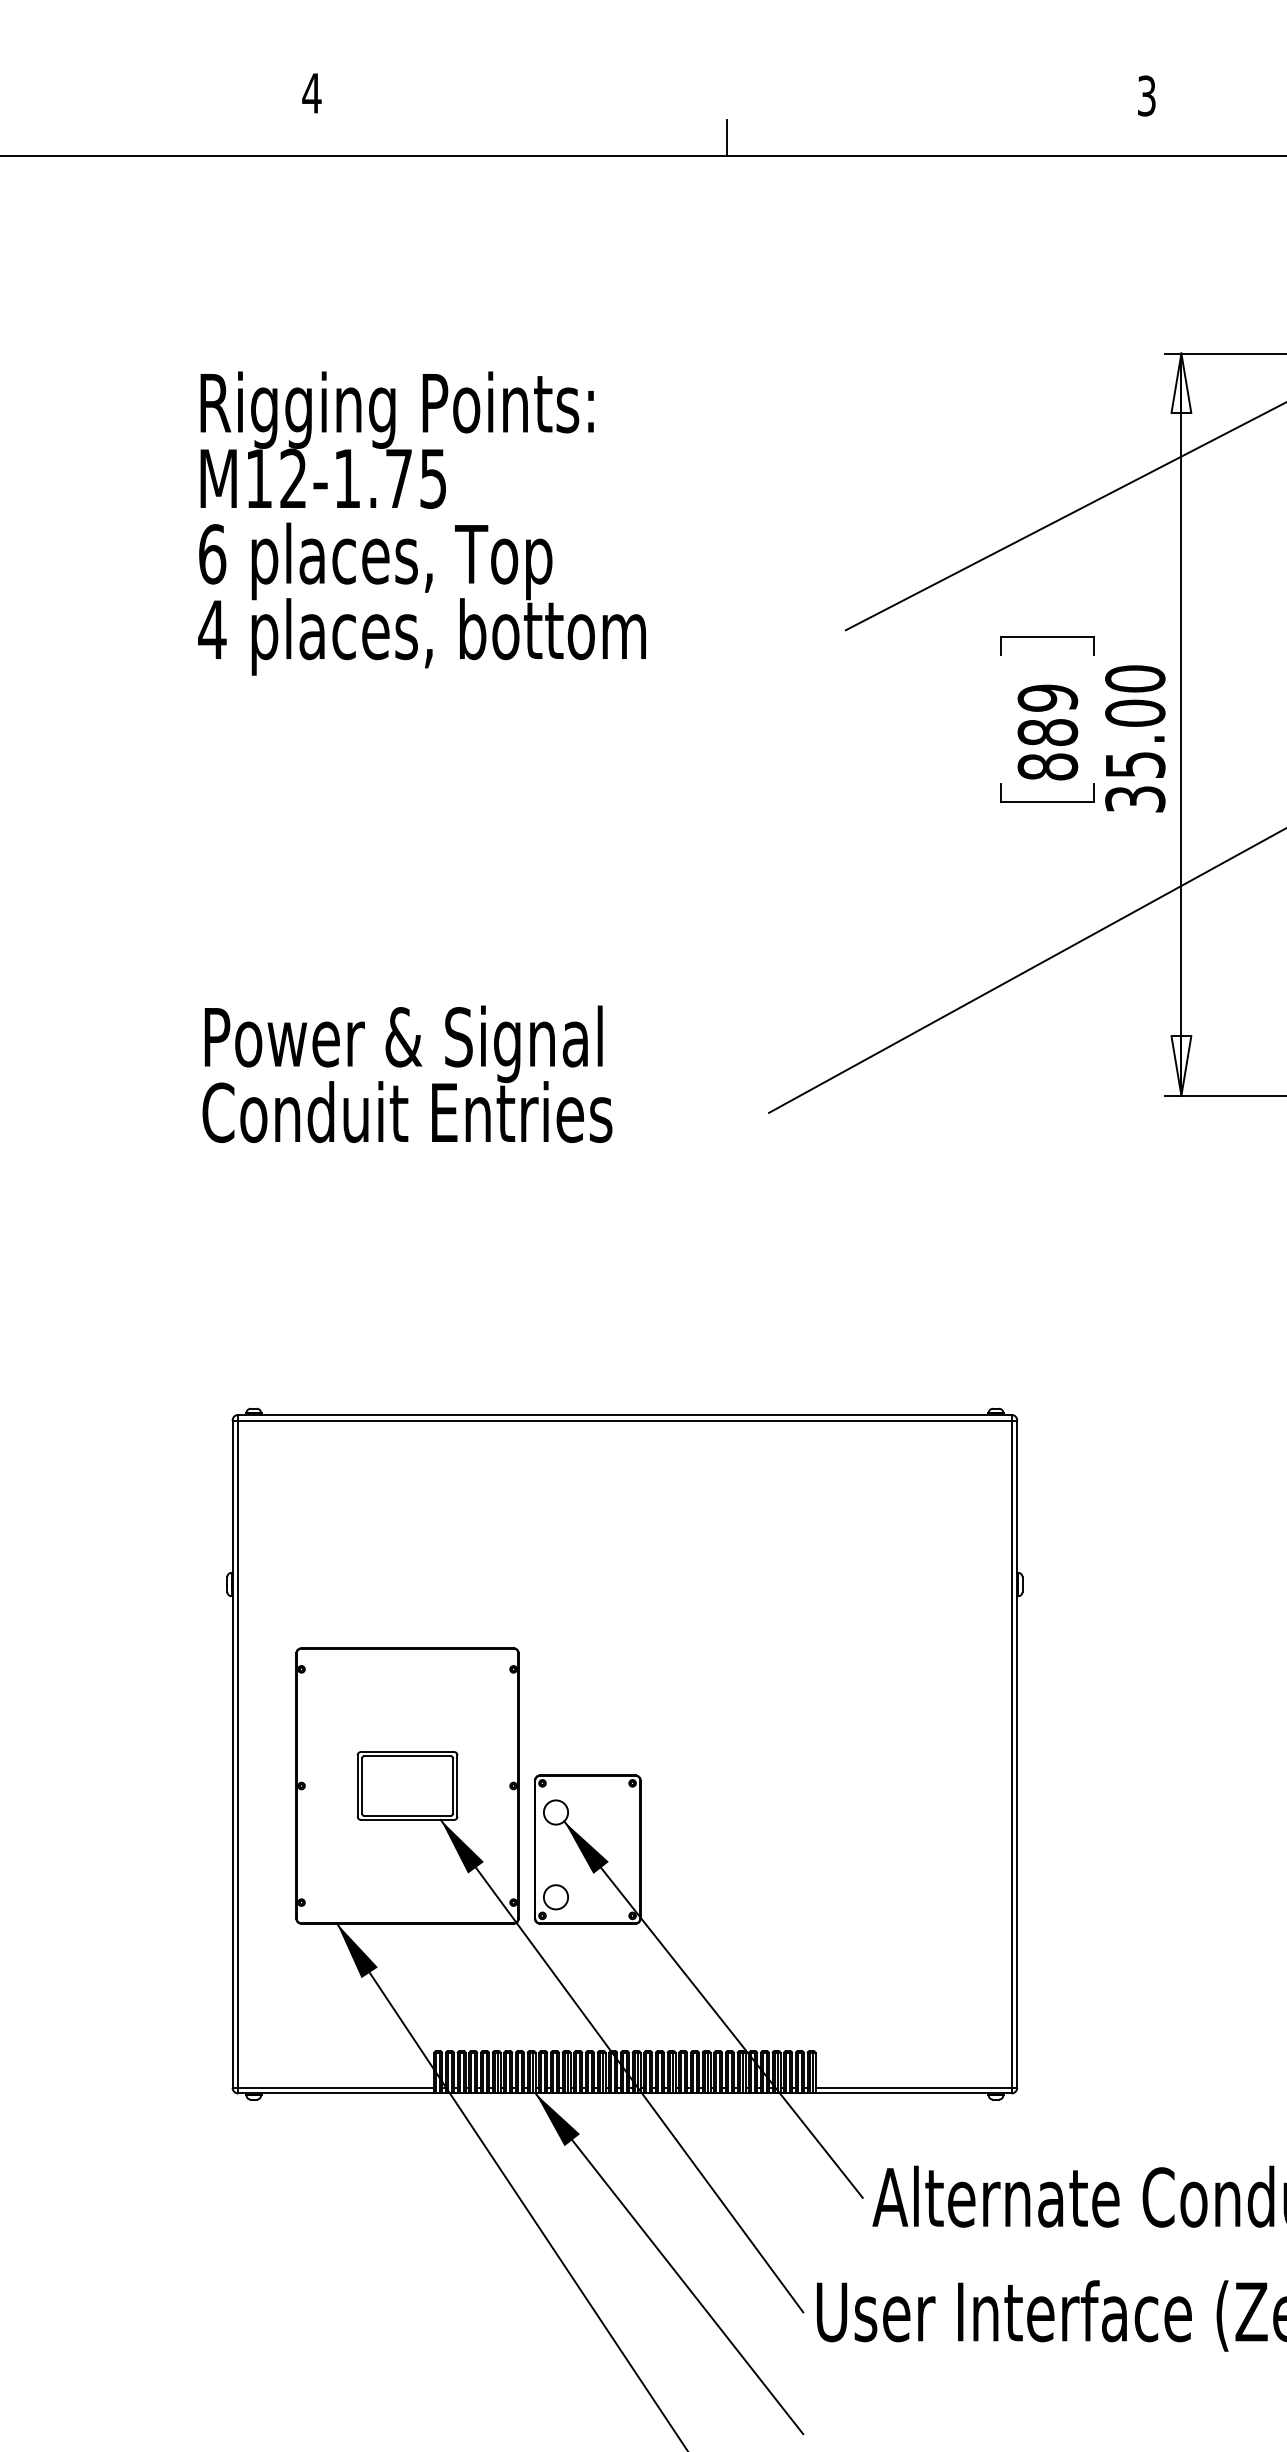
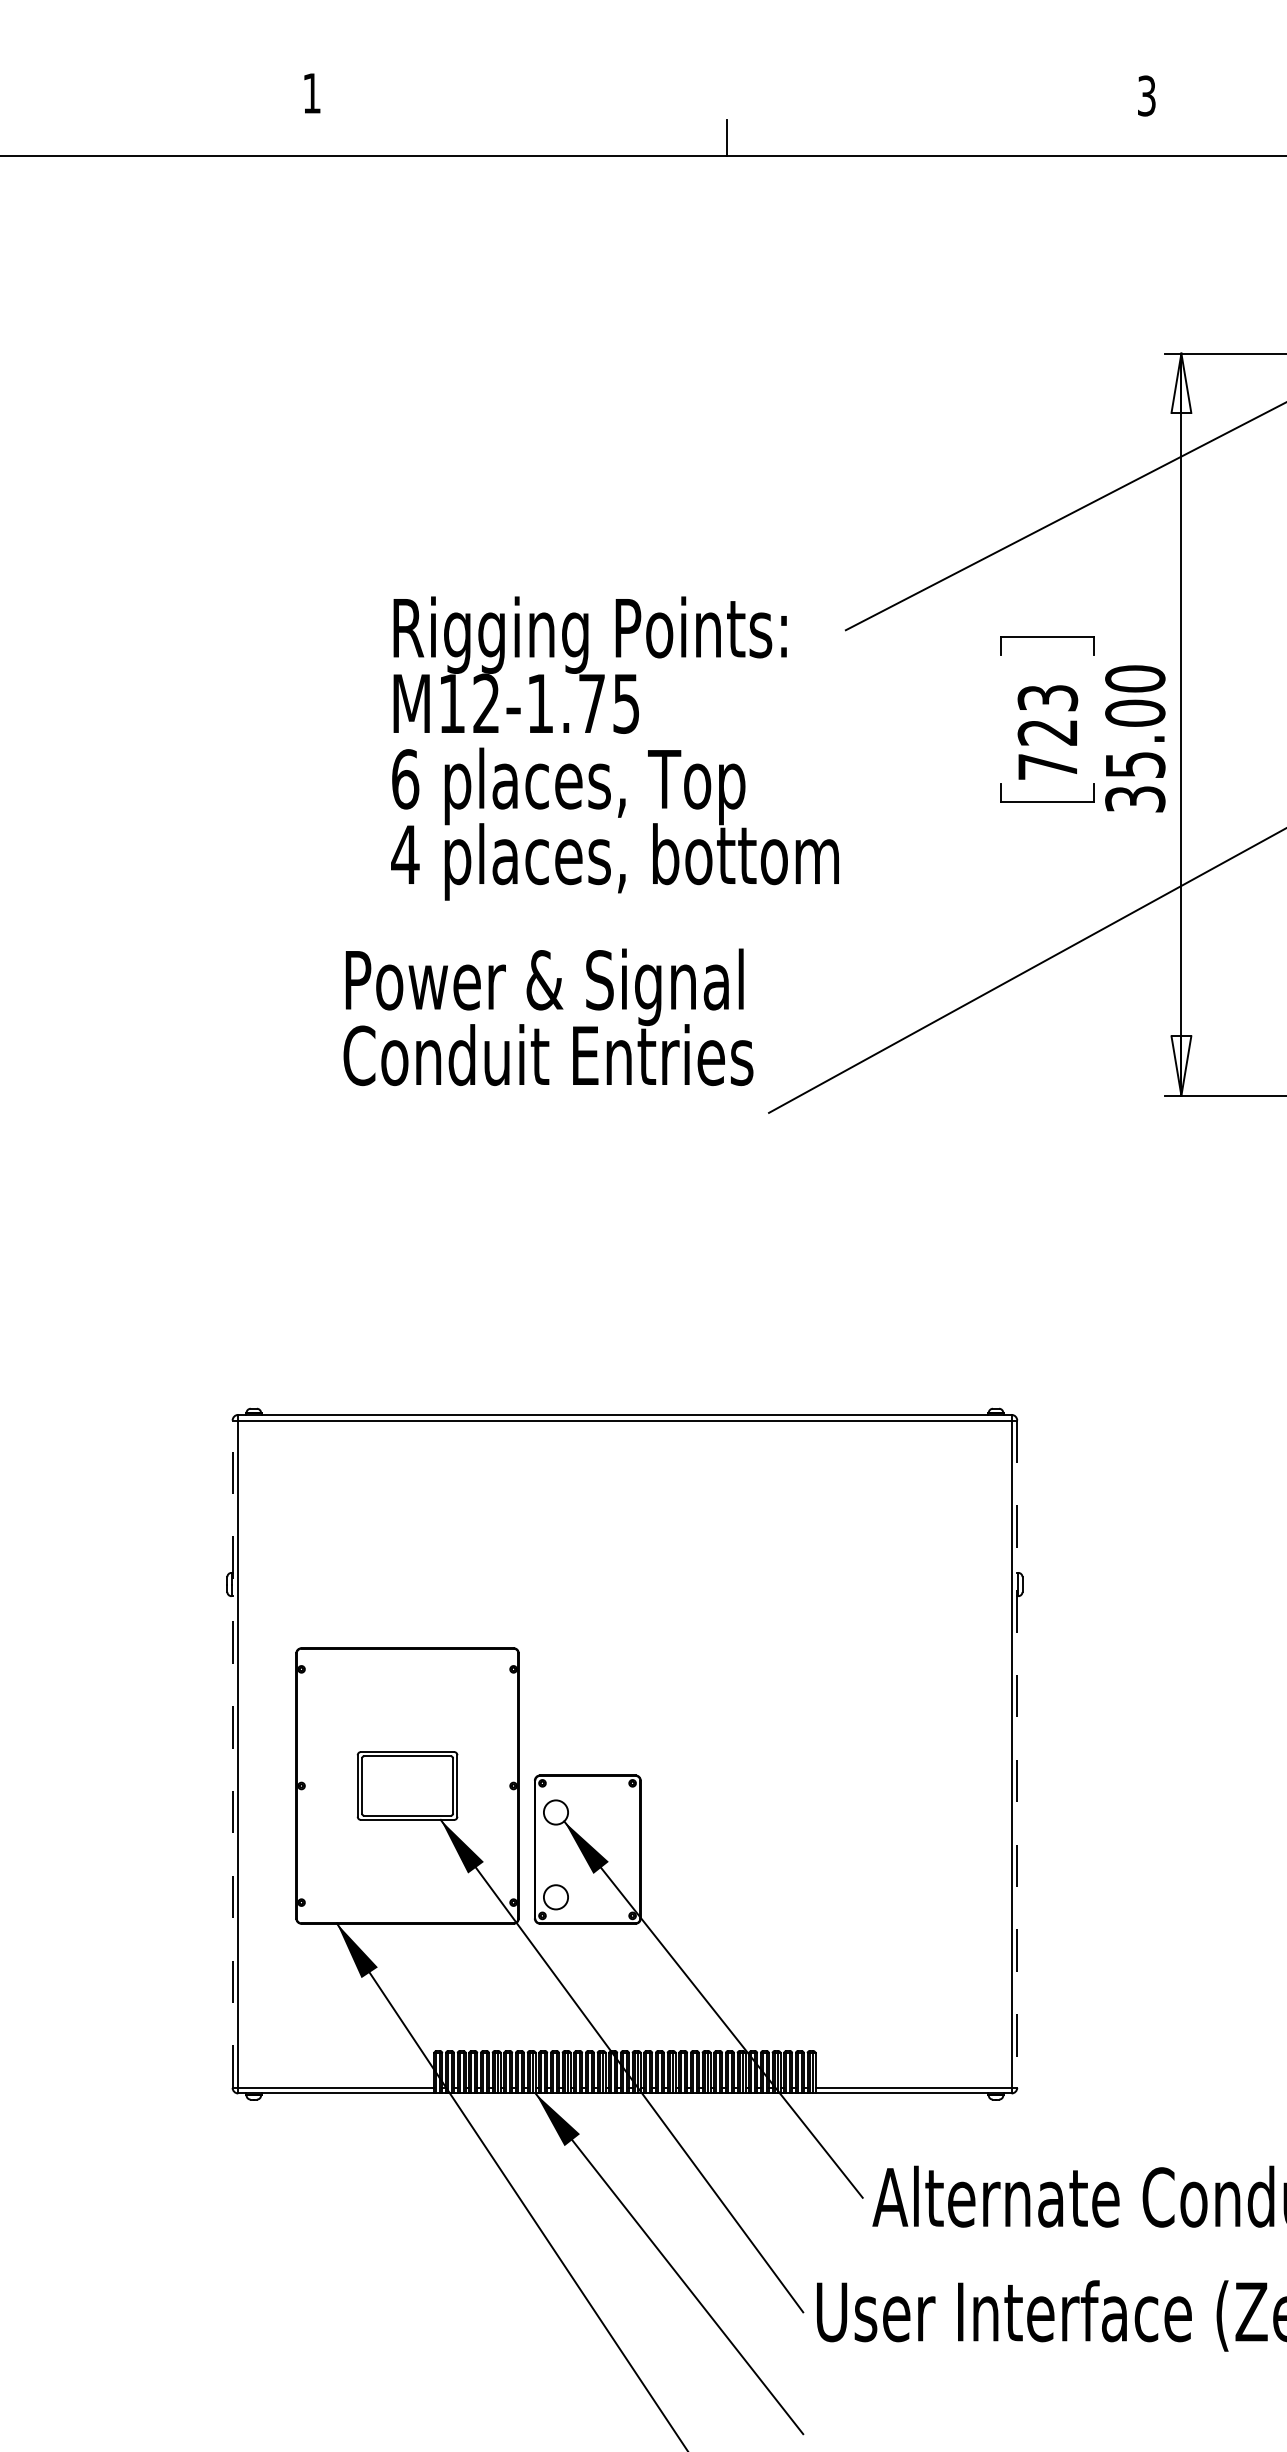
text at (311, 93): 4 -> 1
text at (421, 523) position: (421, 523) -> (614, 748)
text at (1047, 732): 889 -> 723
text at (407, 1074) position: (407, 1074) -> (548, 1017)
line at (232, 1754): solid -> dashed
line at (1017, 1754): solid -> dashed
